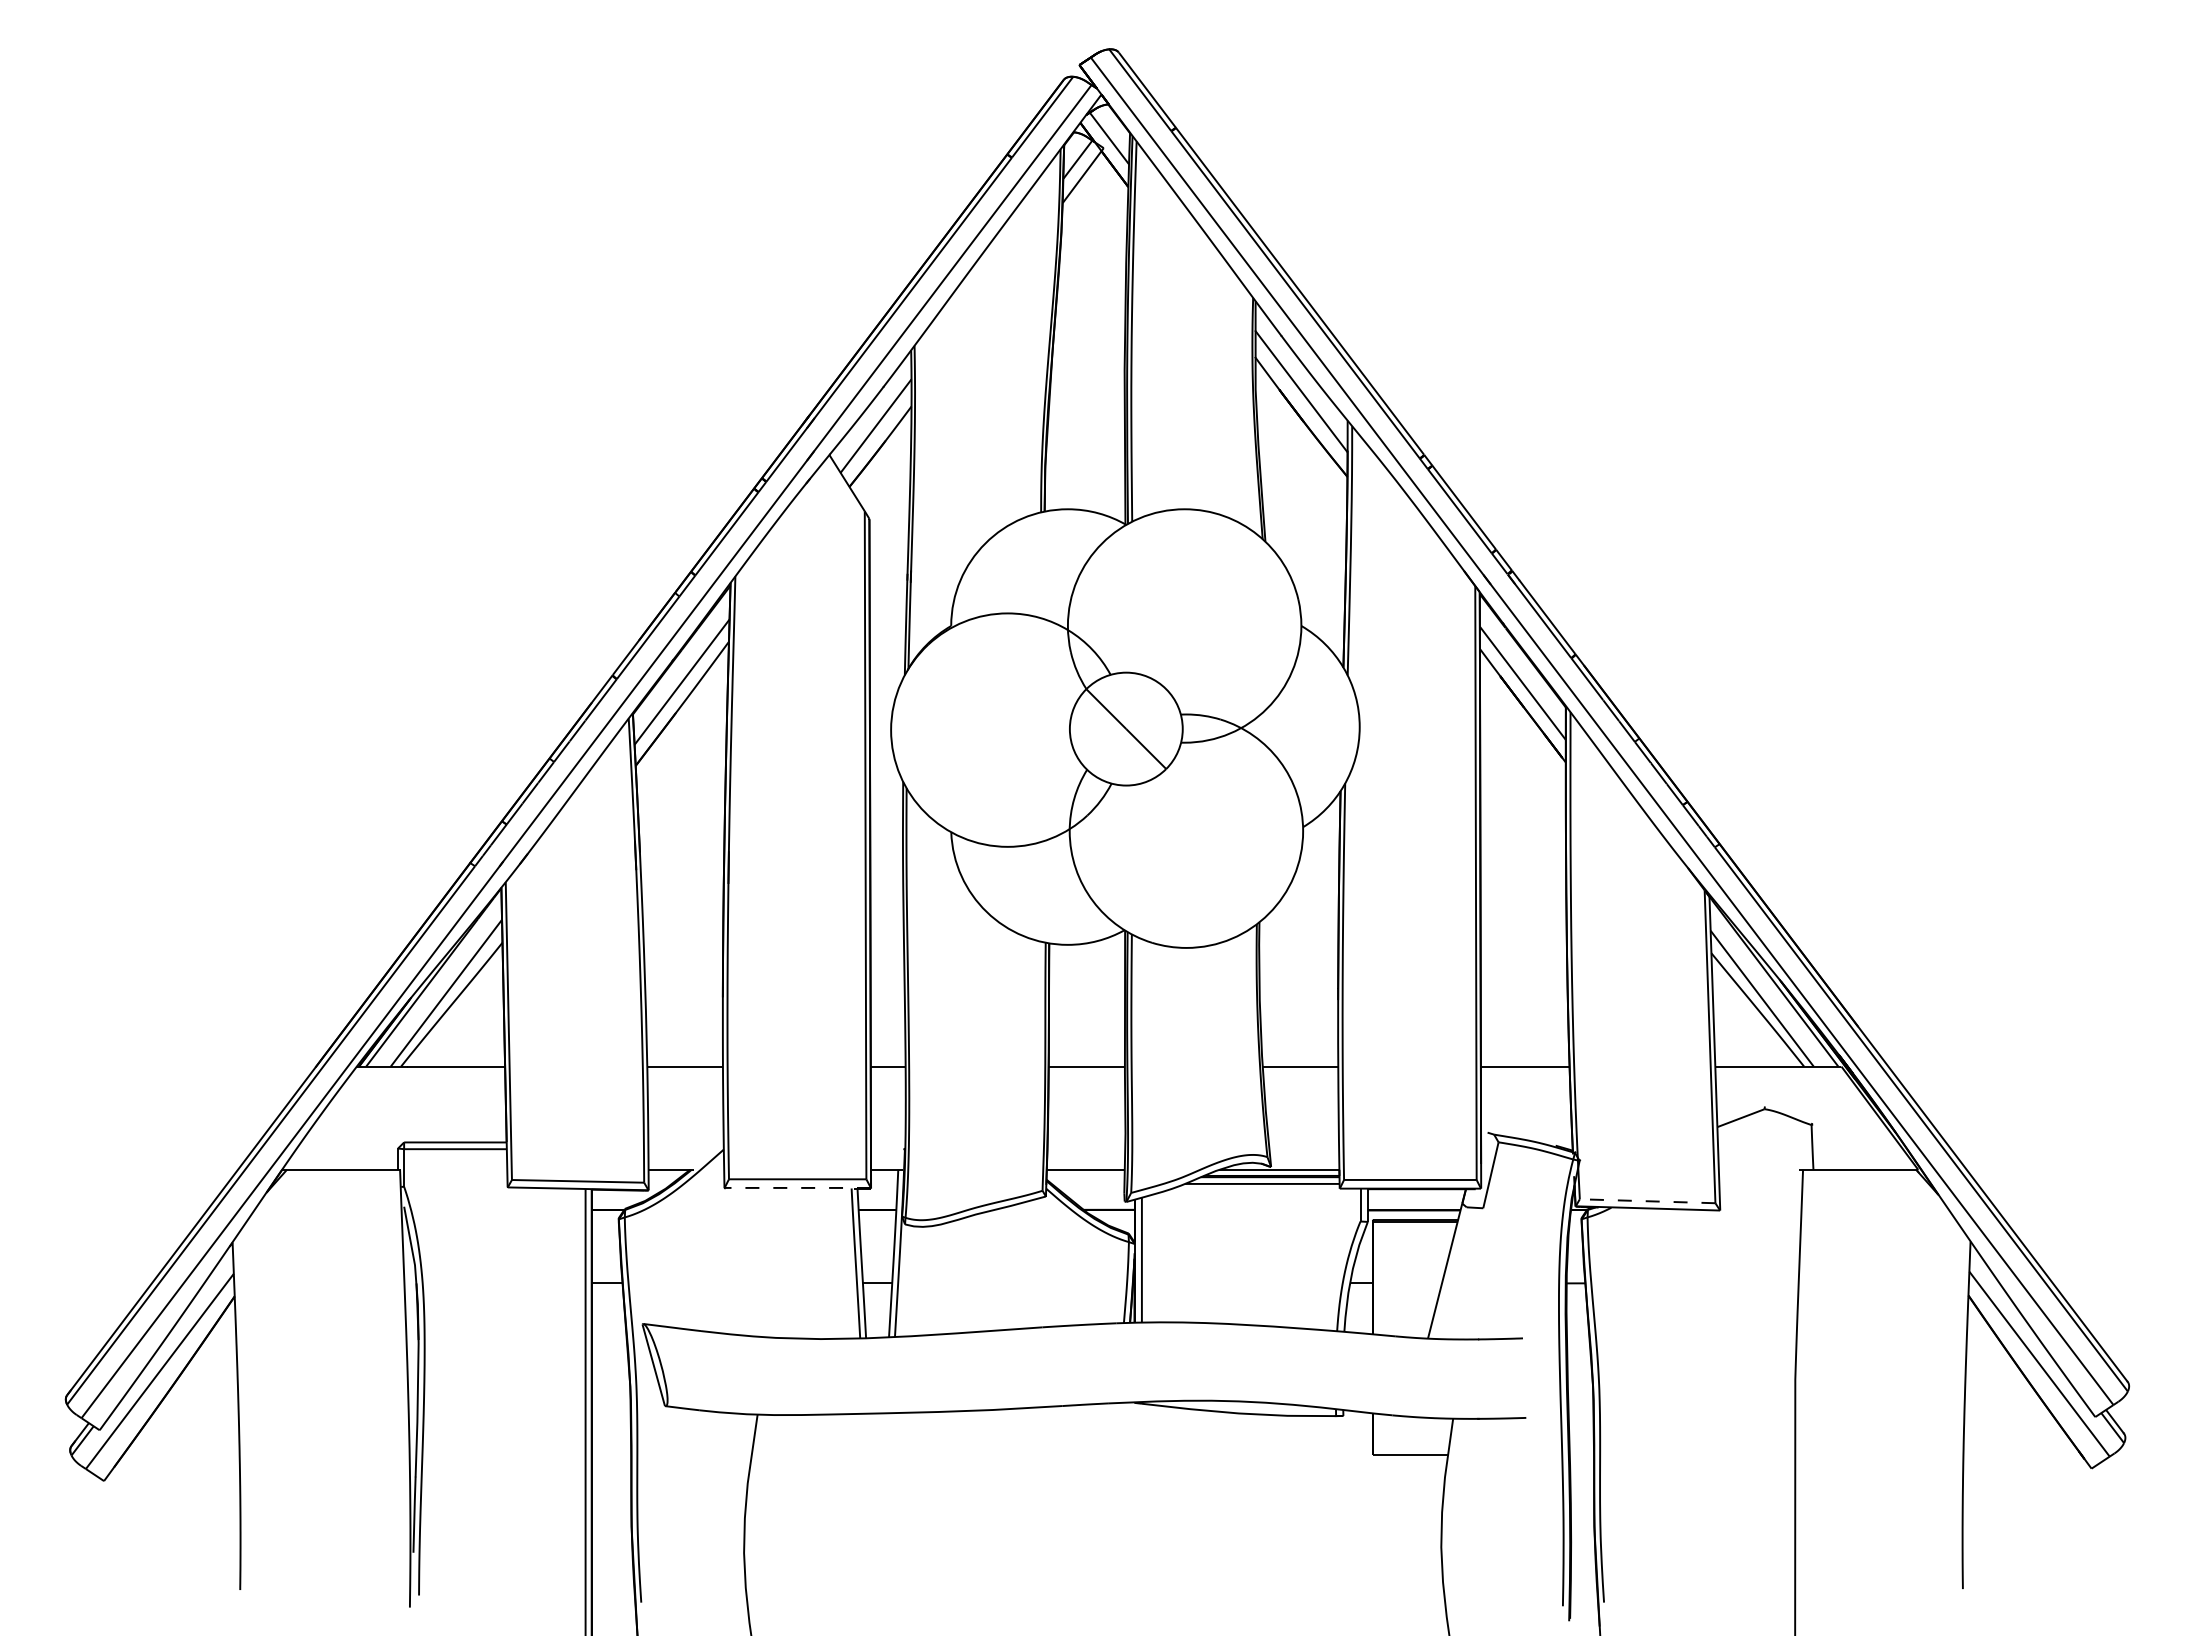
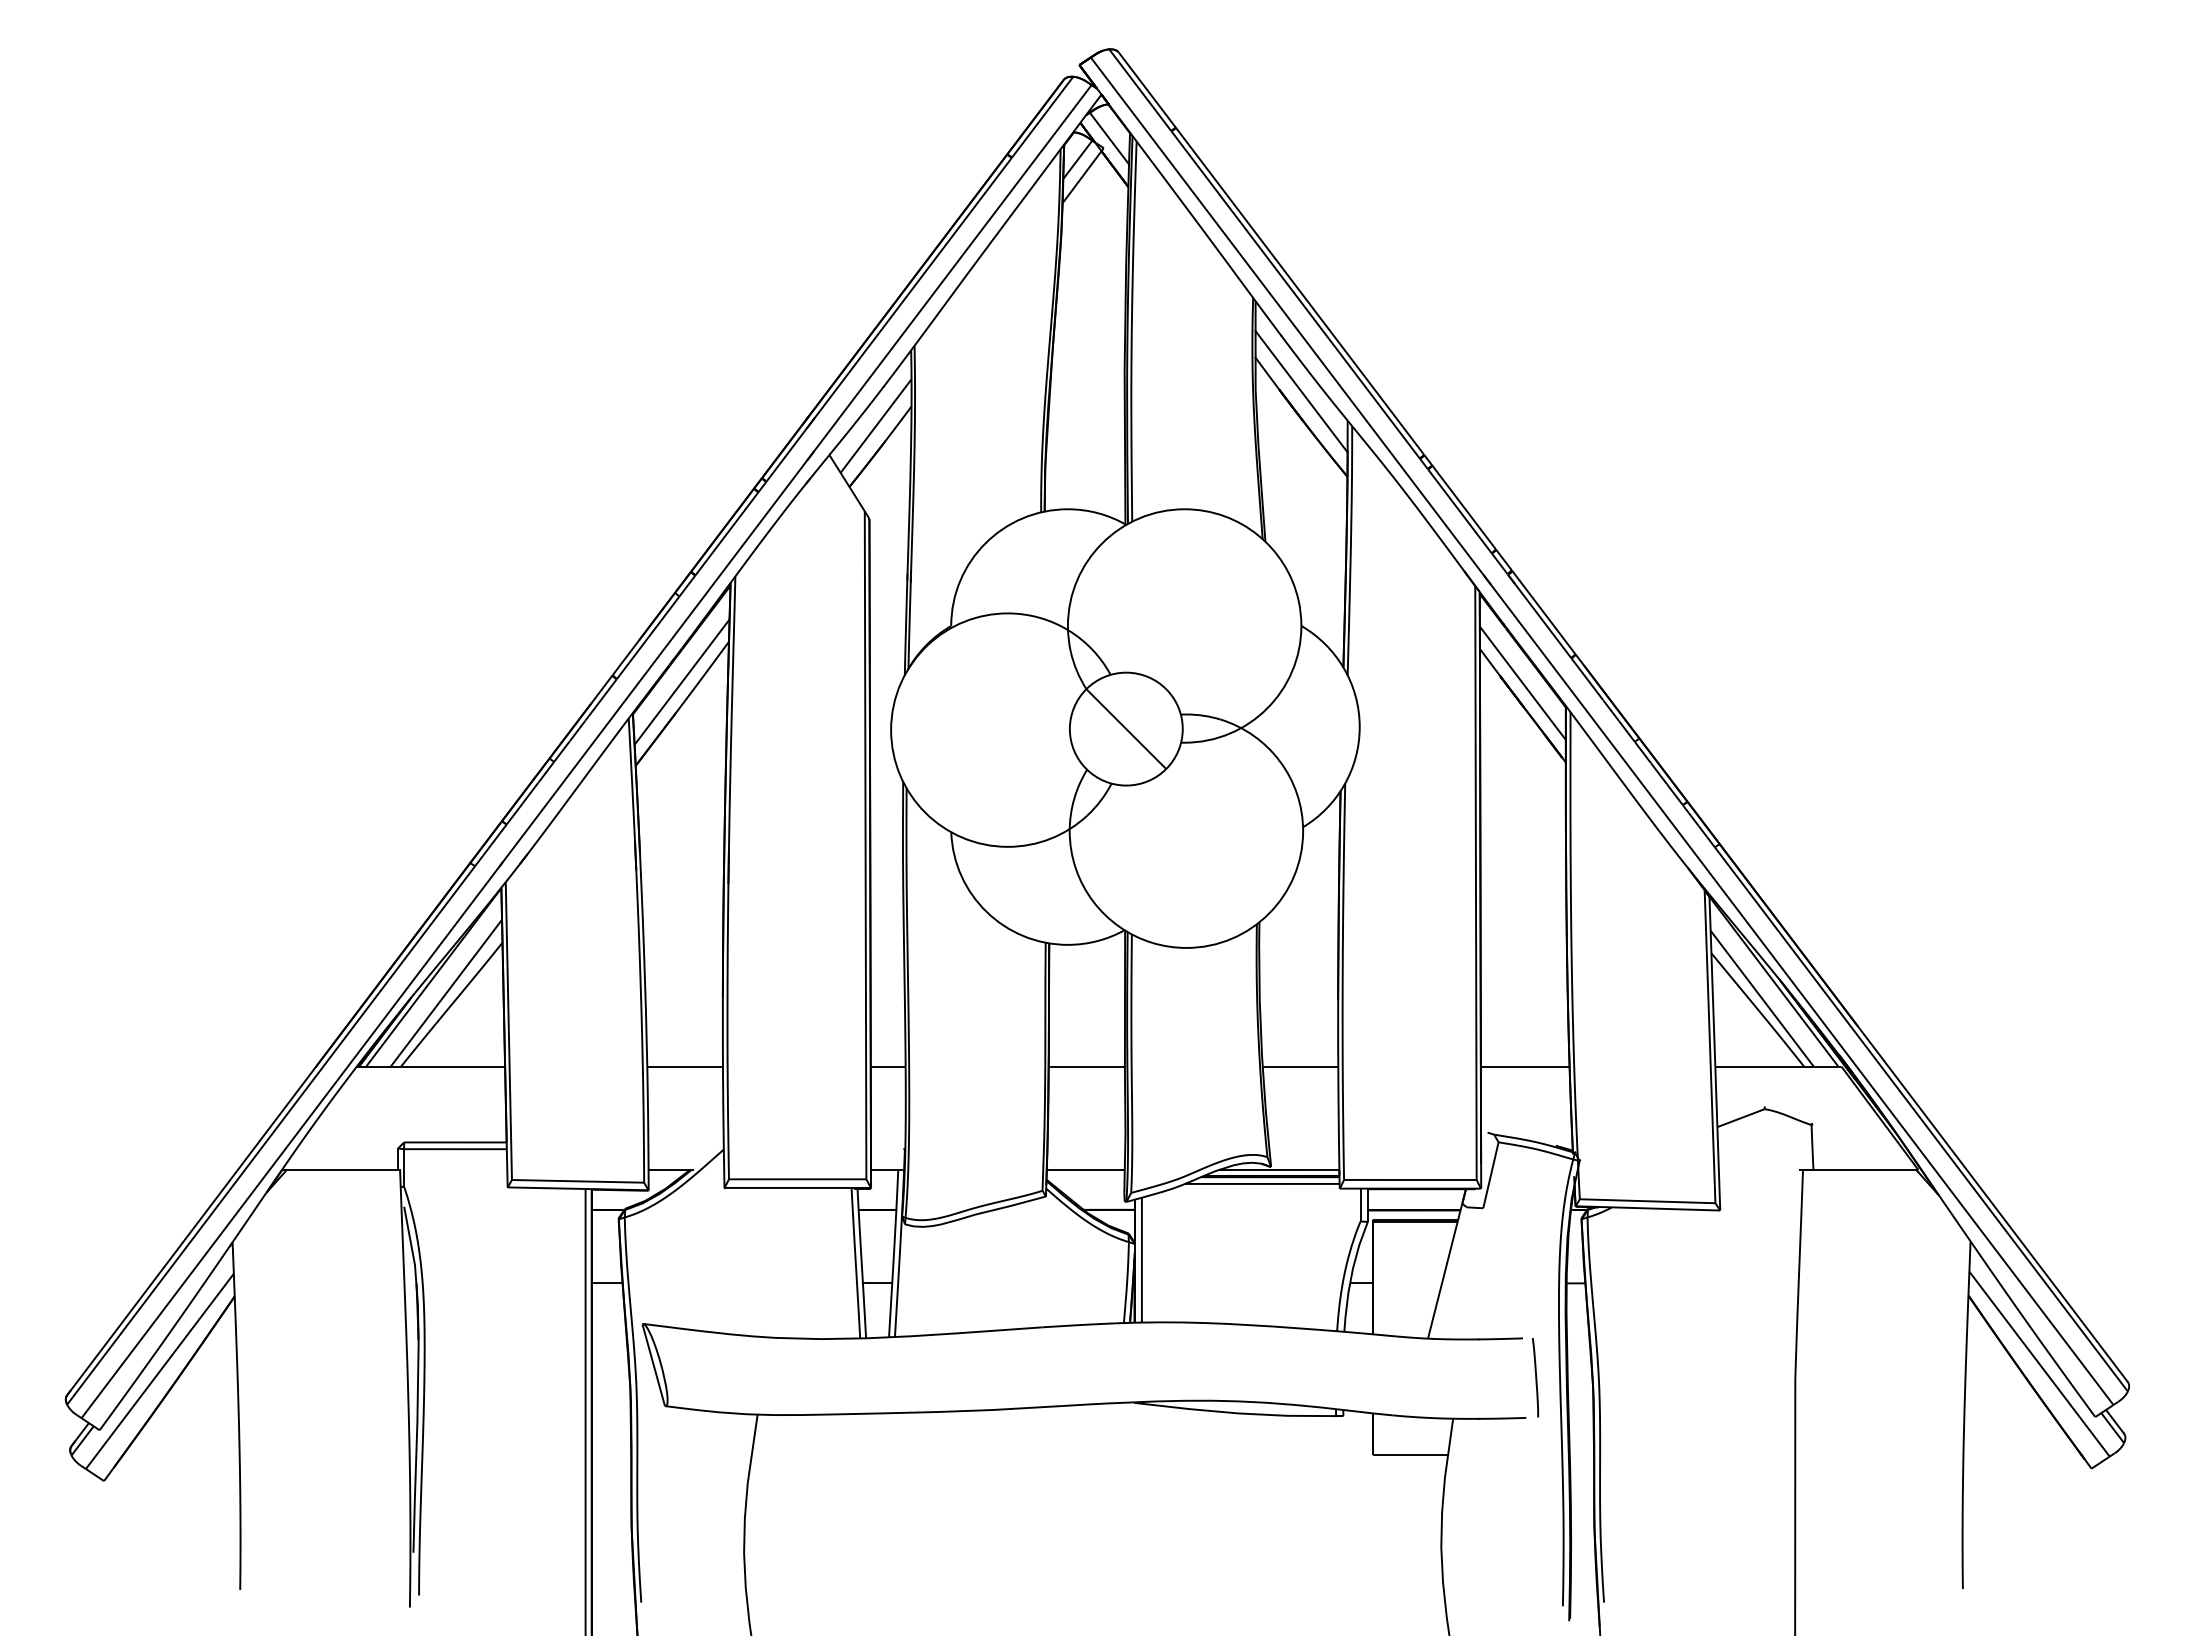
line at (797, 1187): dashed -> solid
line at (1647, 1201): dashed -> solid
line at (1535, 1377): none -> present
